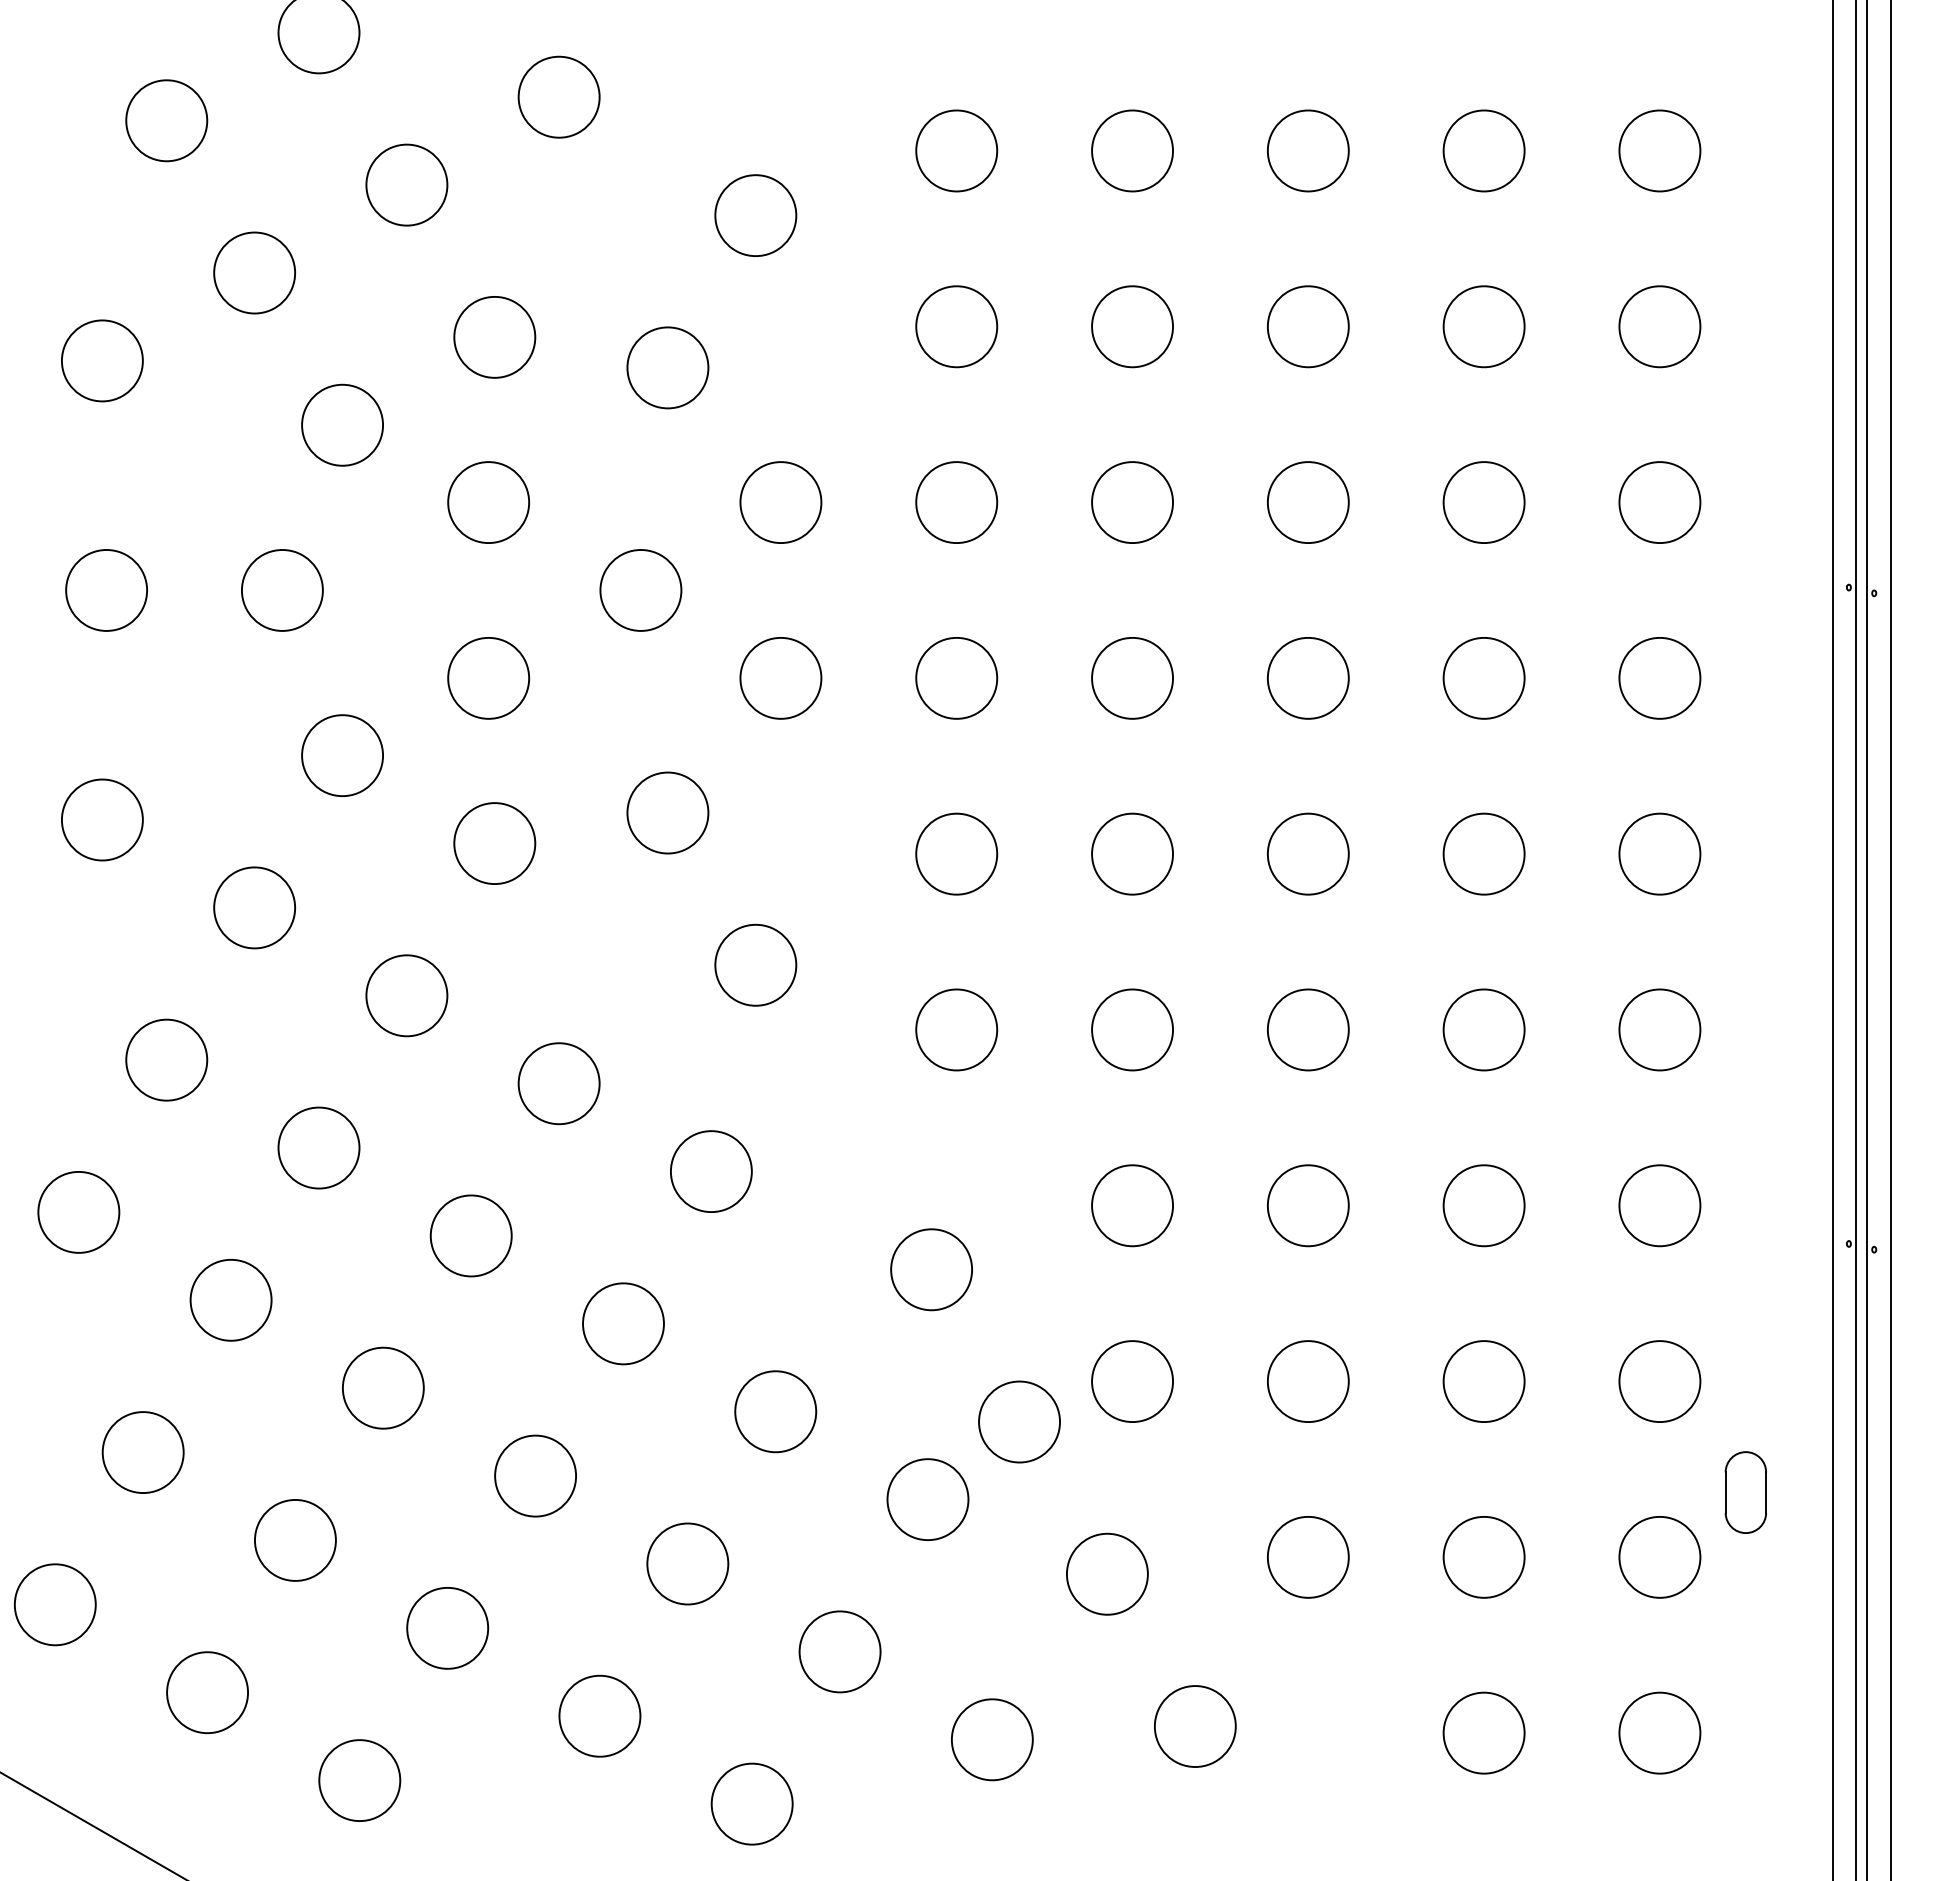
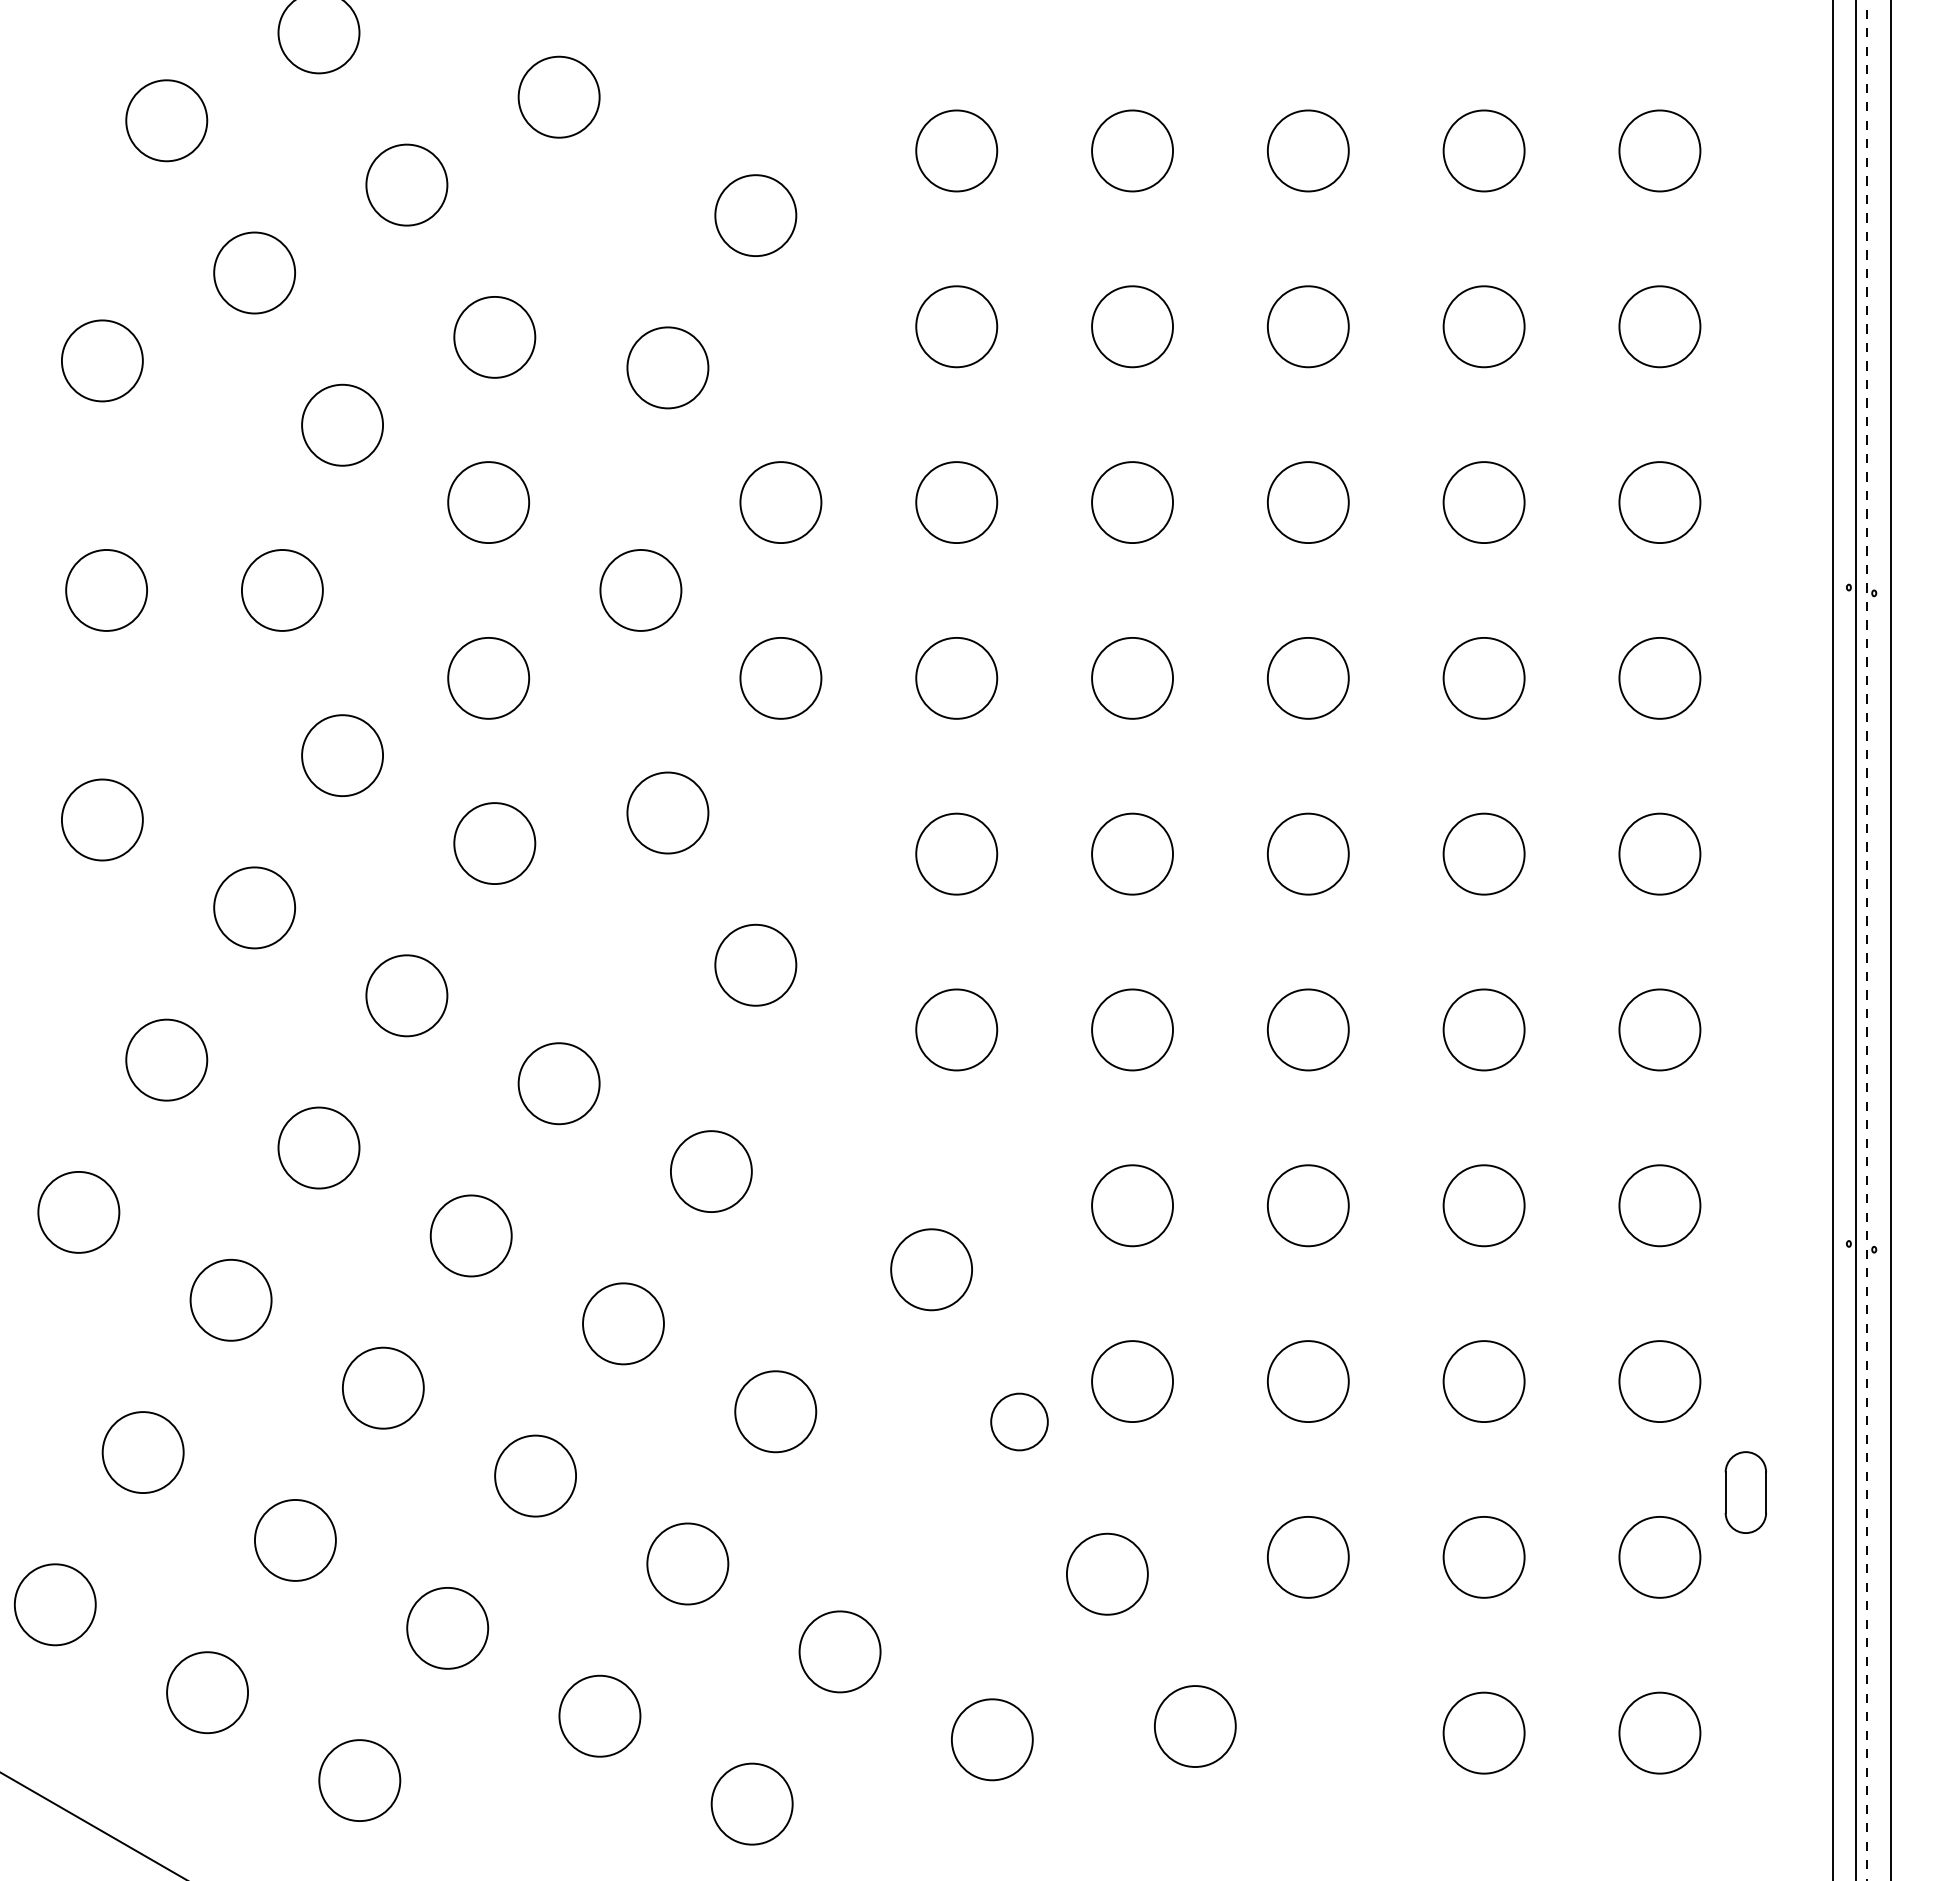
line at (1867, 940): solid -> dashed
circle at (1019, 1421) diameter: 81 px -> 57 px
circle at (927, 1499): present -> none
